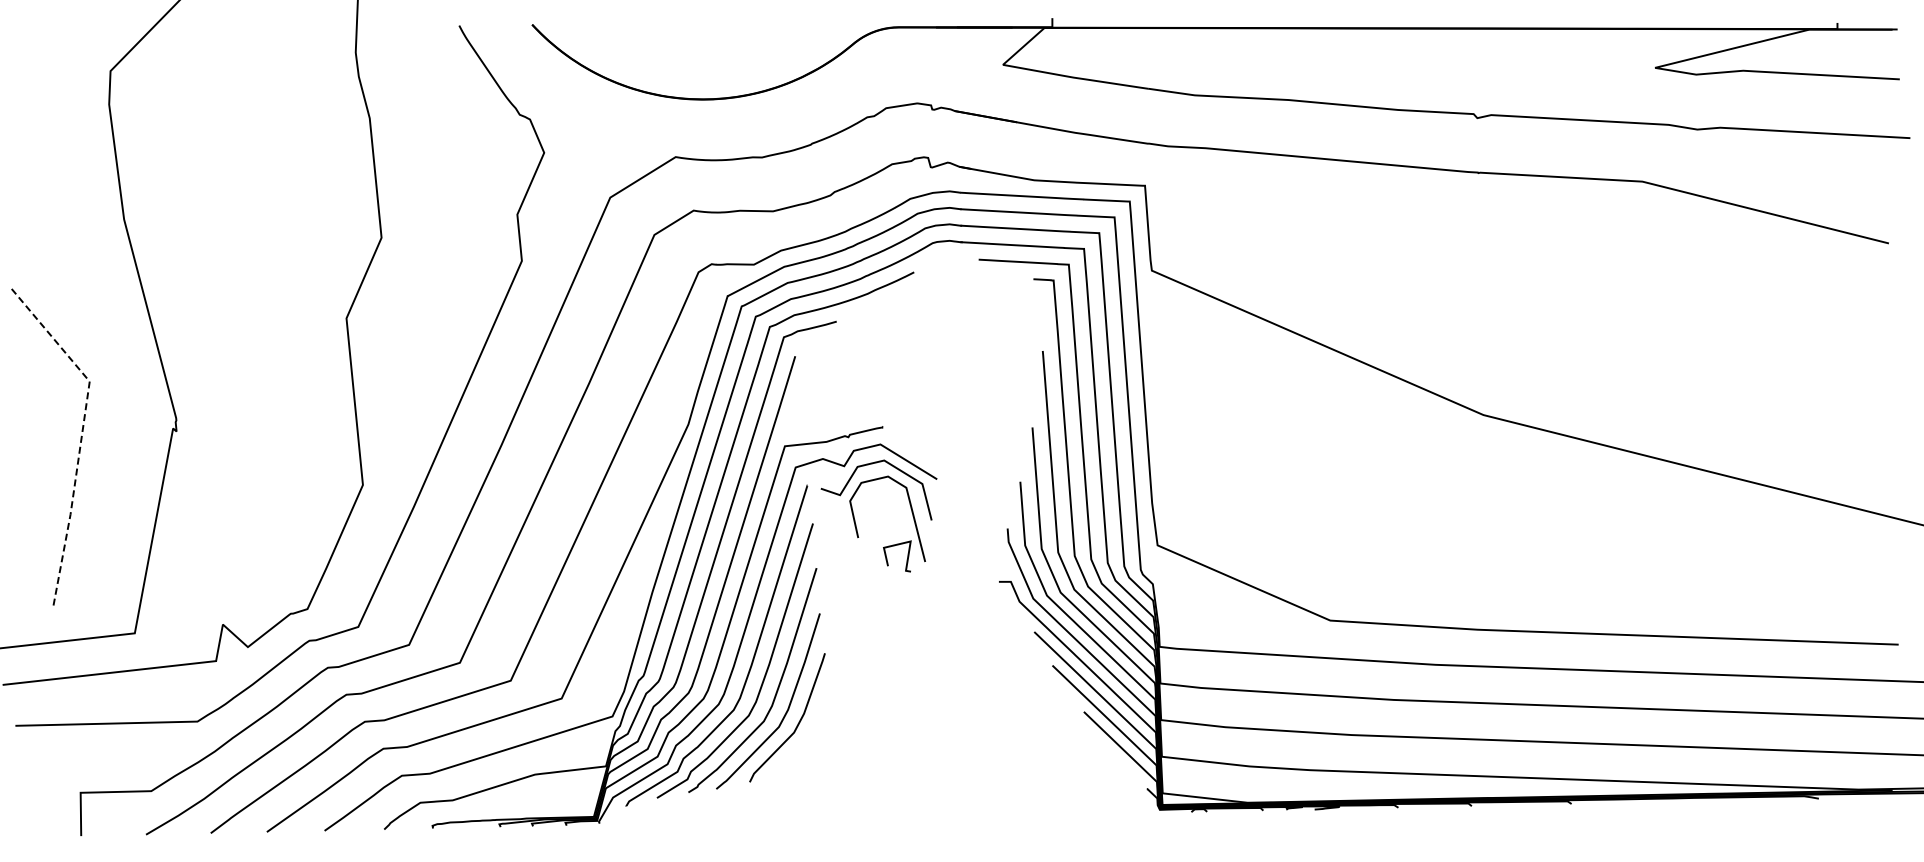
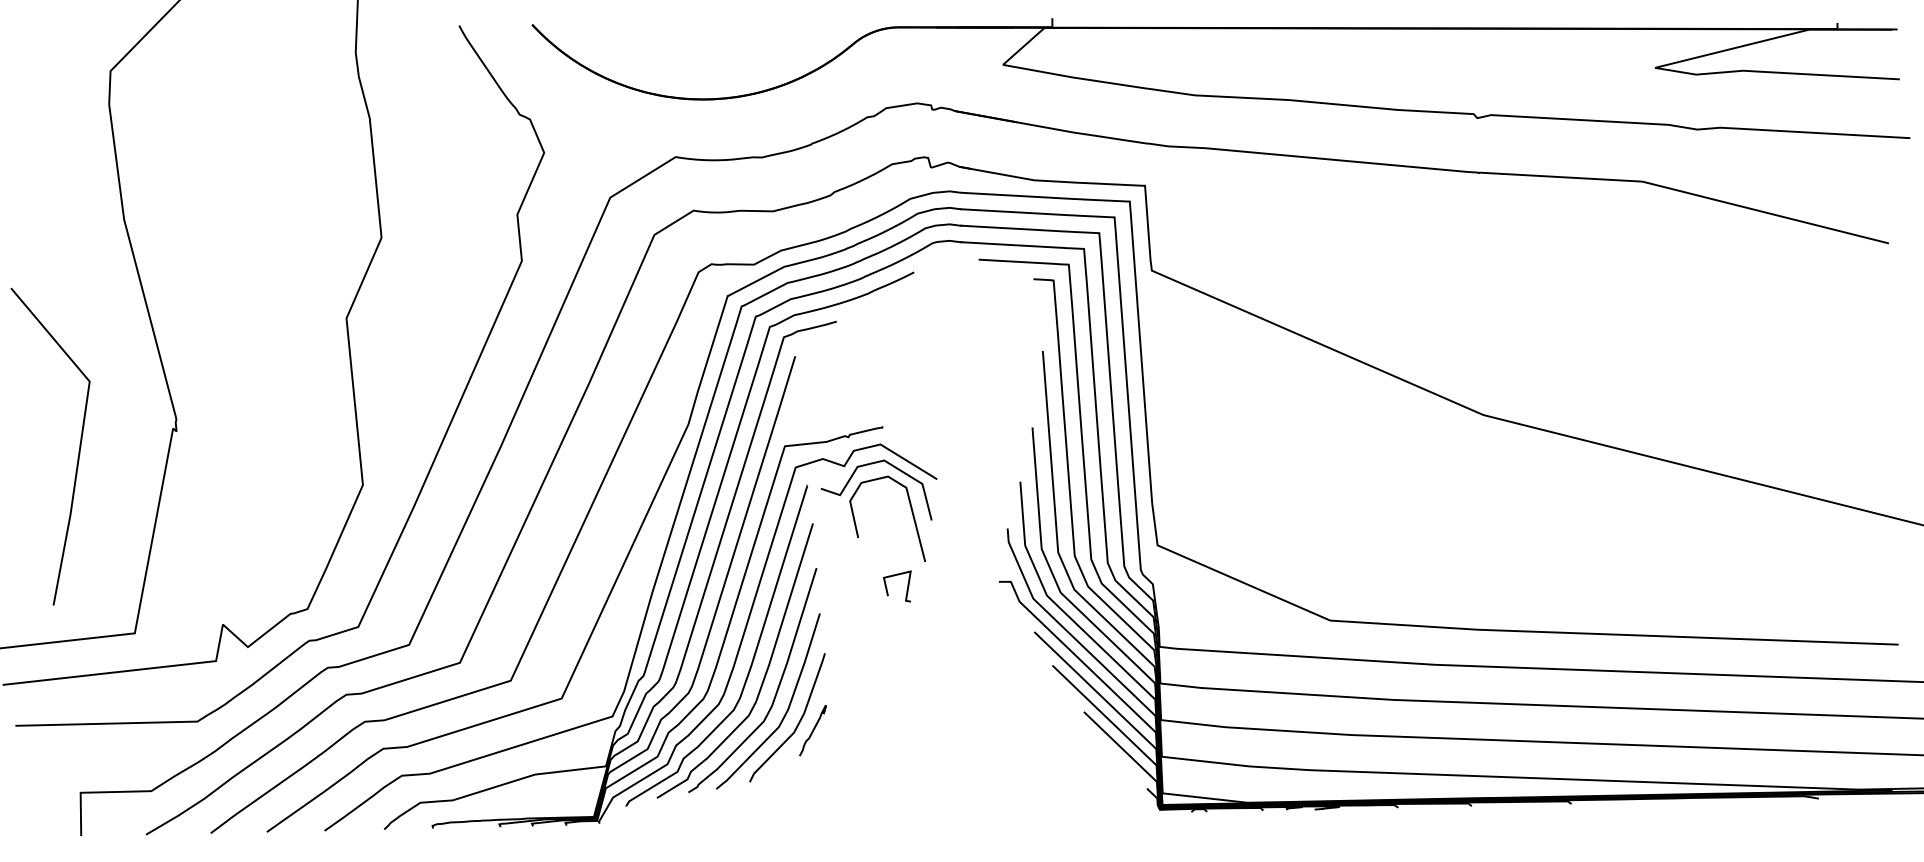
line at (82, 432): dashed -> solid
curve at (906, 559) position: (906, 559) -> (906, 589)
curve at (812, 730): none -> present
